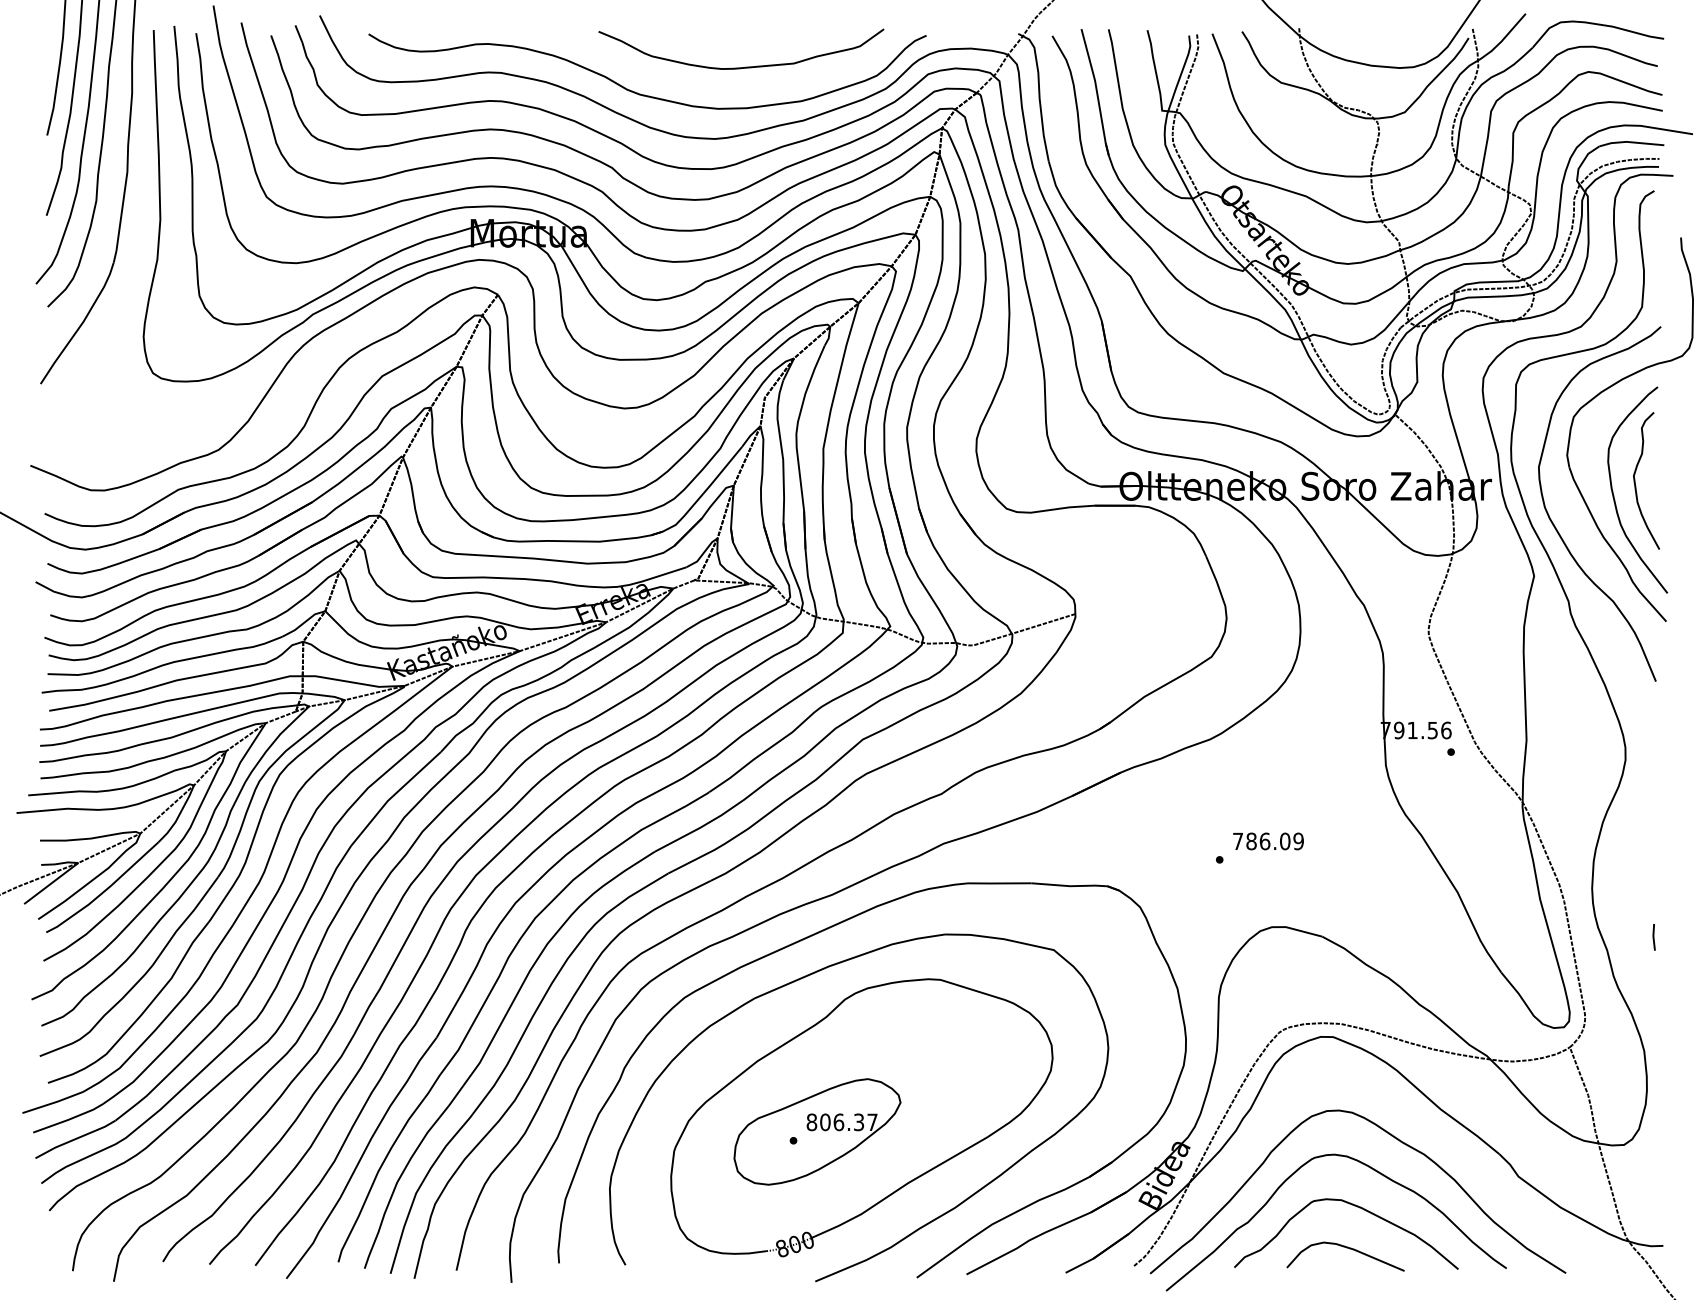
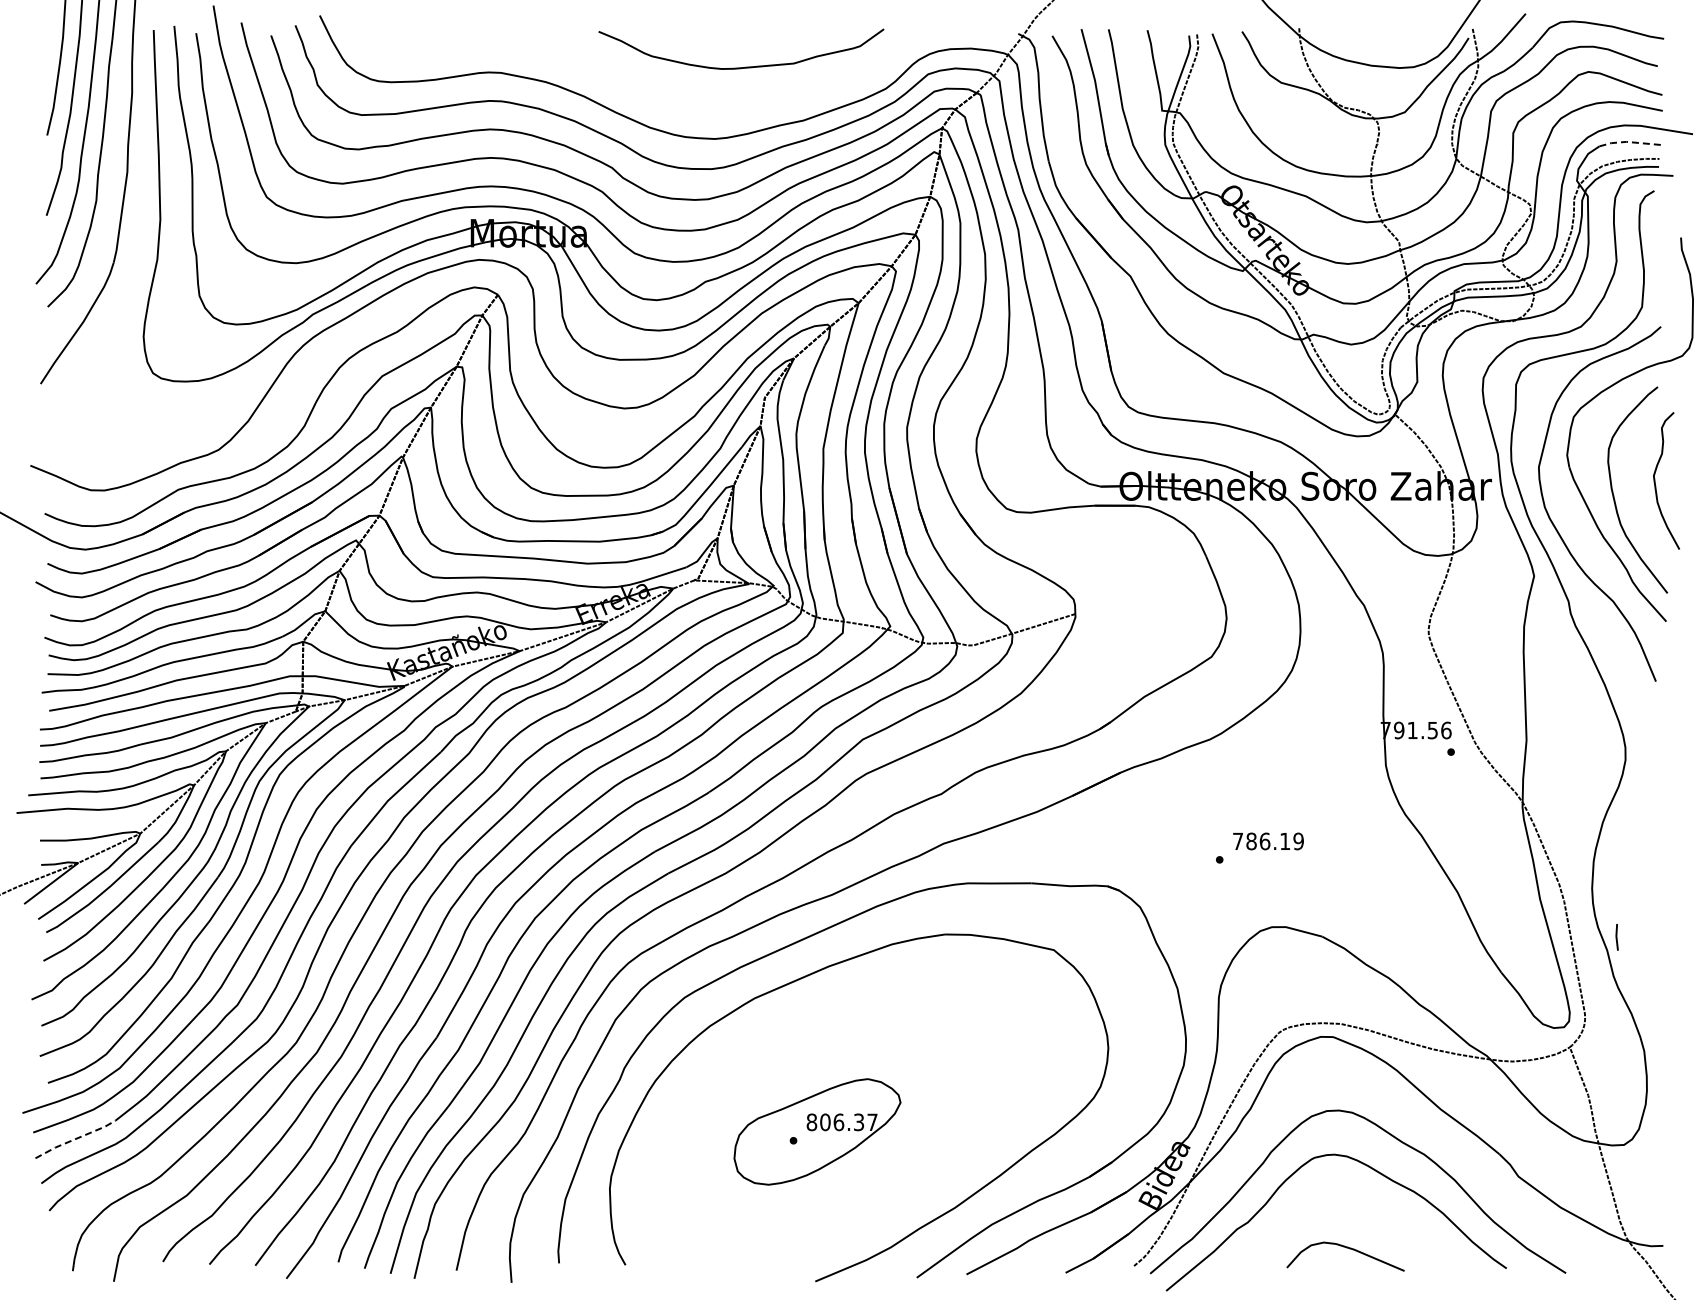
curve at (640, 93): present -> none
line at (1630, 142): solid -> dashed
curve at (1635, 480) position: (1635, 480) -> (1655, 480)
text at (1285, 841): 786.09 -> 786.19
line at (1653, 937) position: (1653, 937) -> (1616, 937)
line at (75, 1139): solid -> dashed
part at (905, 1183): present -> none
curve at (1354, 1206): present -> none
